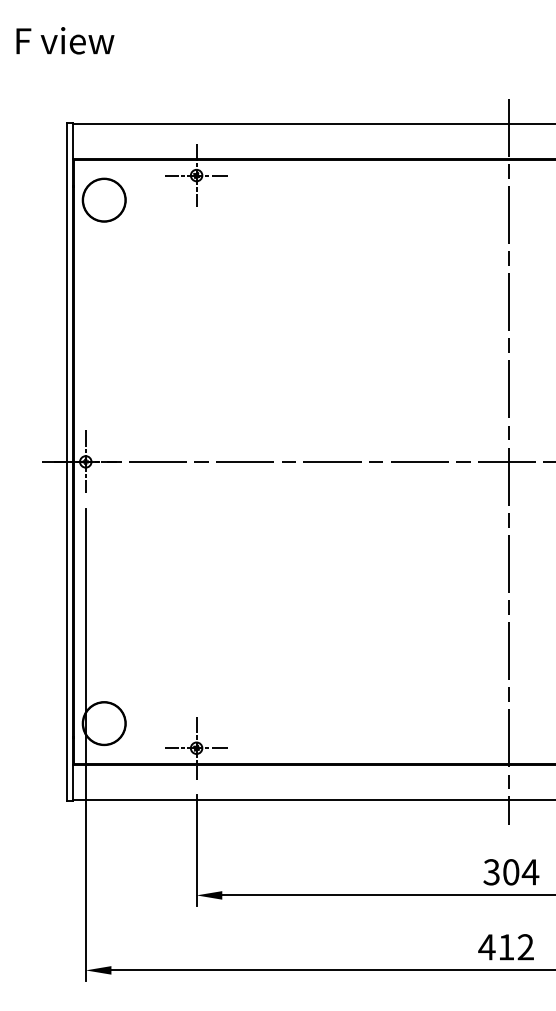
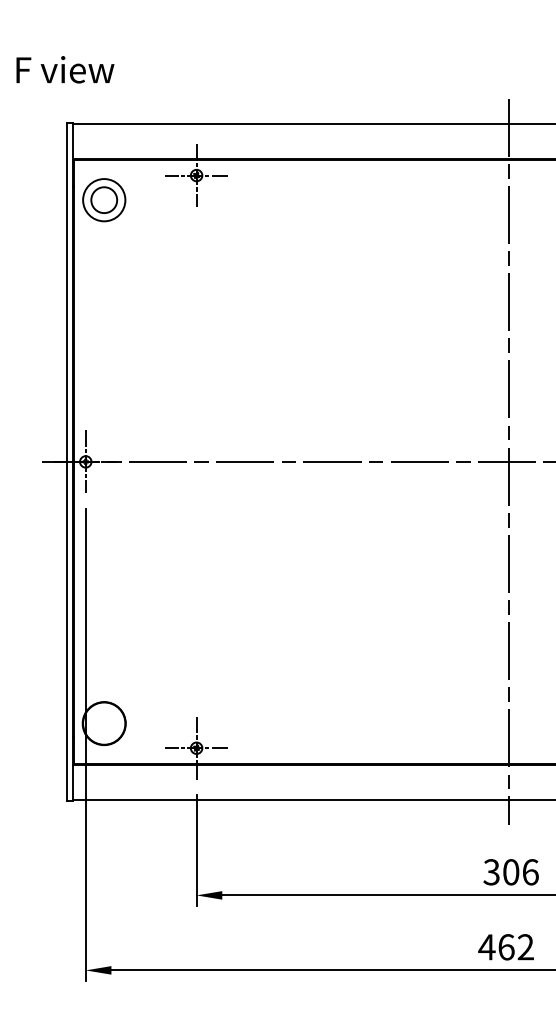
text at (65, 40) position: (65, 40) -> (65, 69)
circle at (103, 199) diameter: 43 px -> 26 px
text at (530, 872): 304 -> 306
text at (506, 947): 412 -> 462
